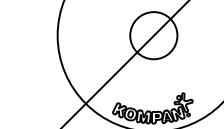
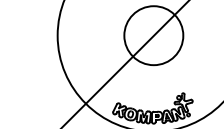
circle at (153, 35) diameter: 47 px -> 59 px
